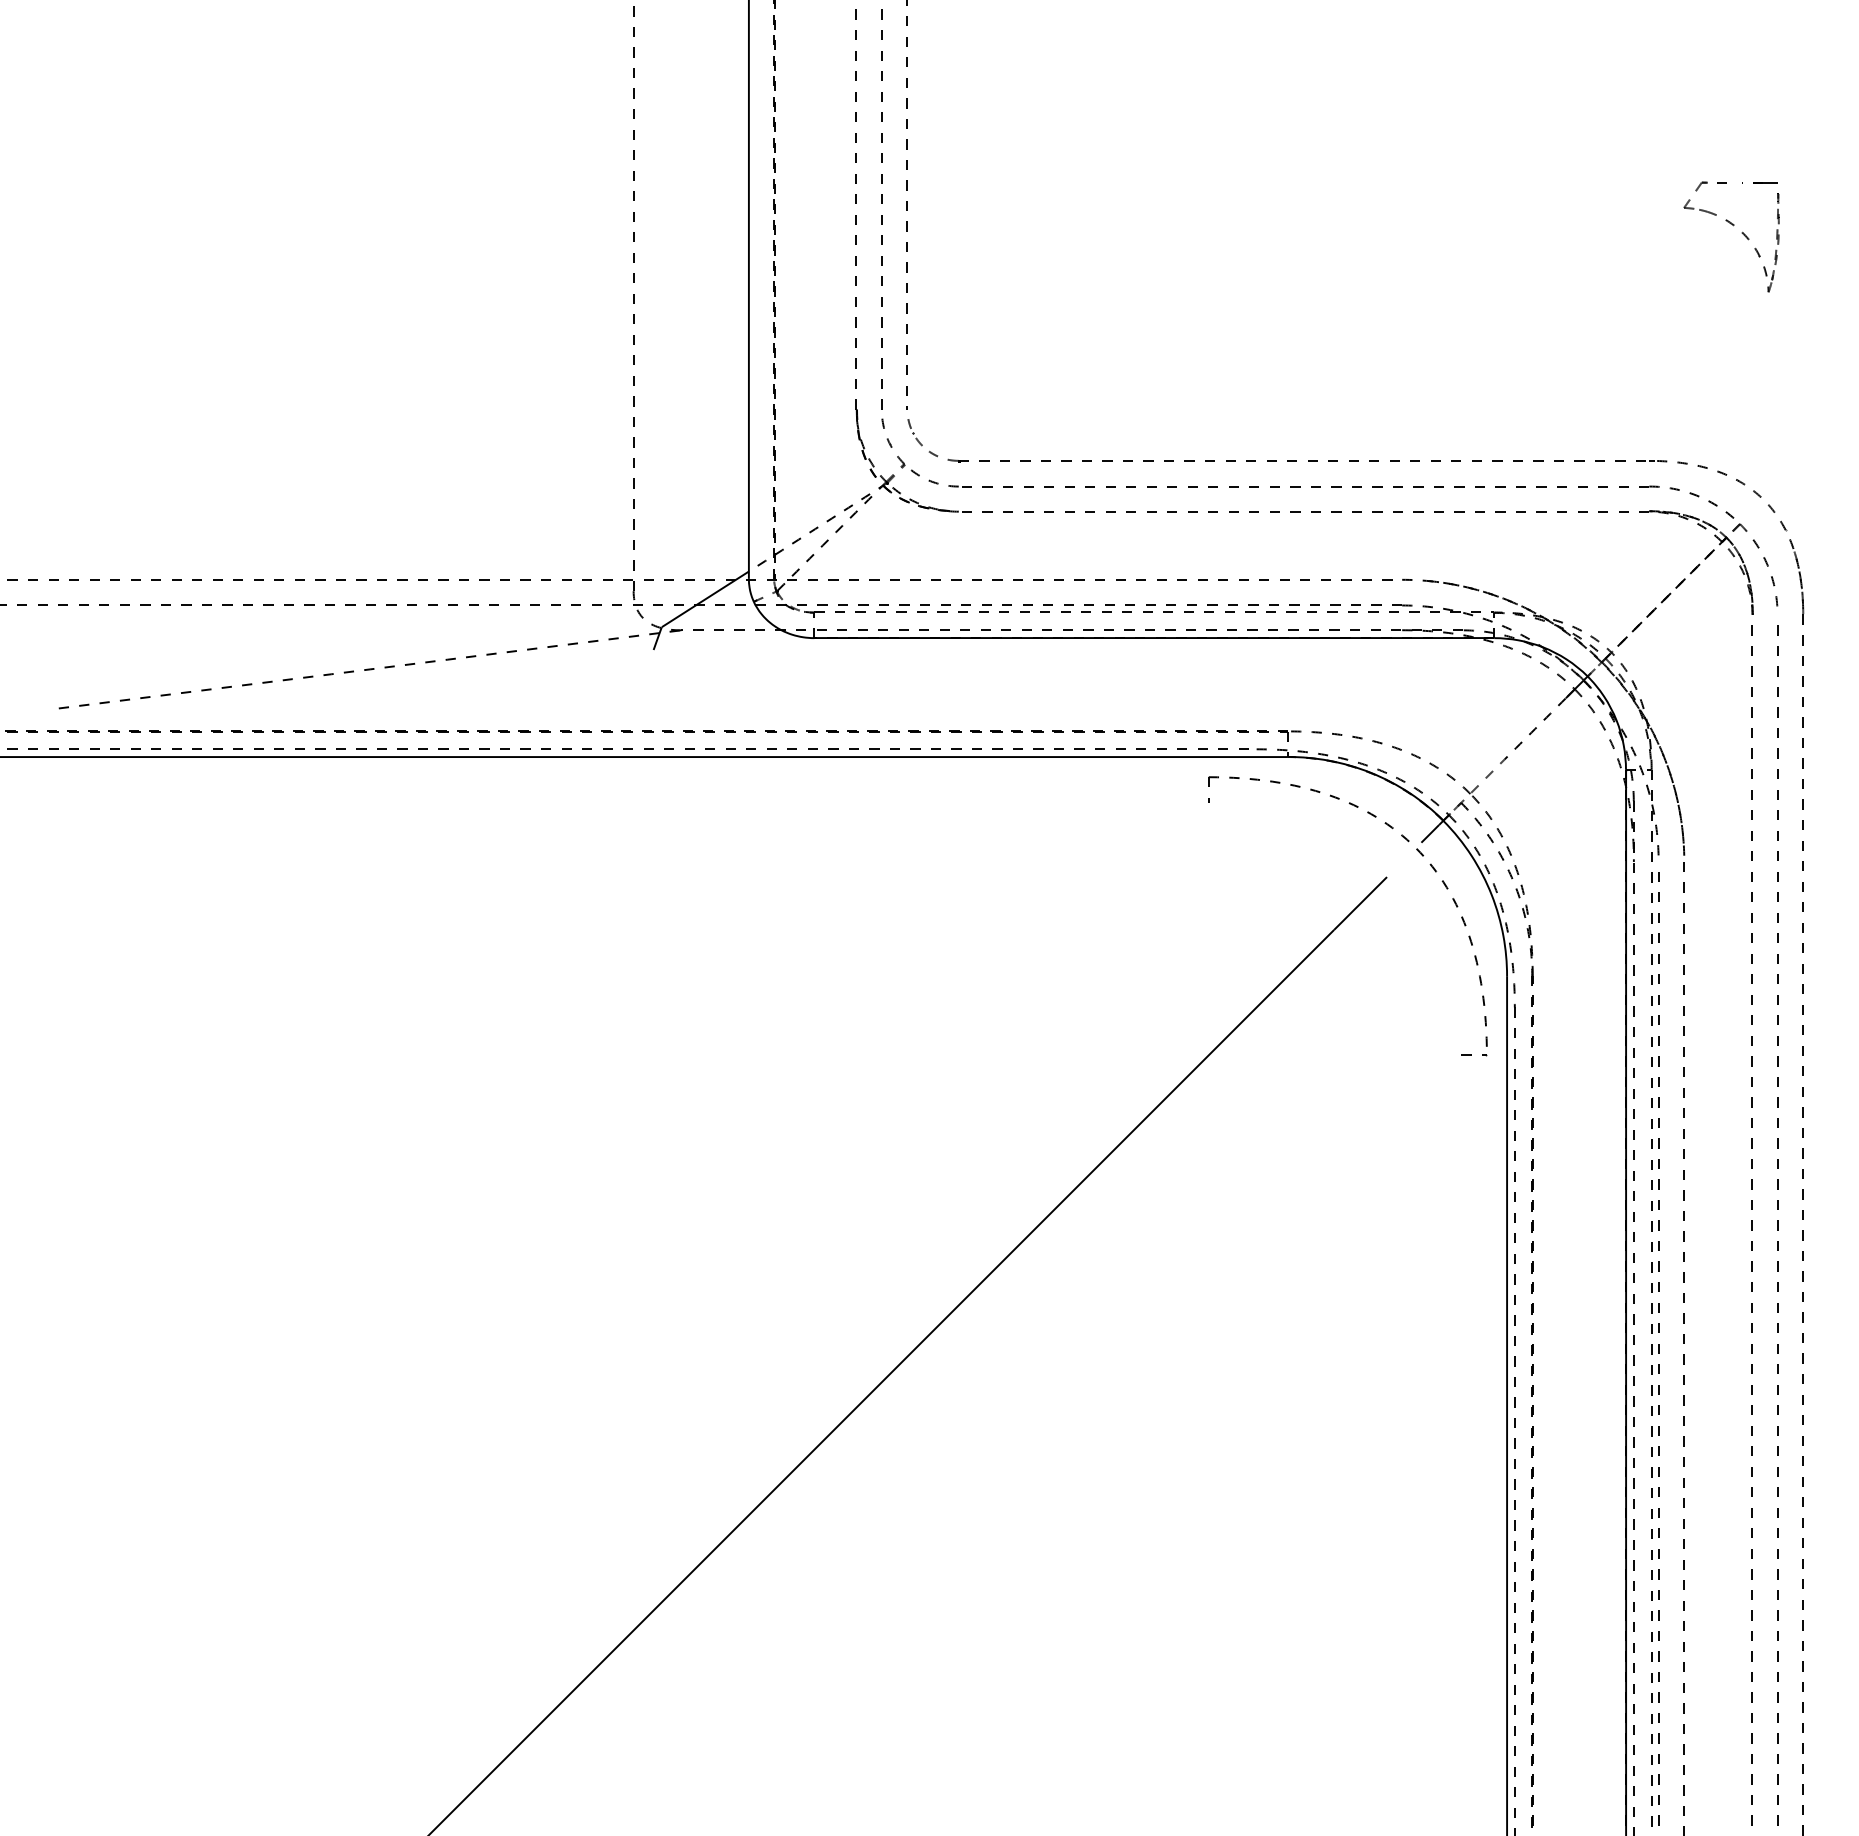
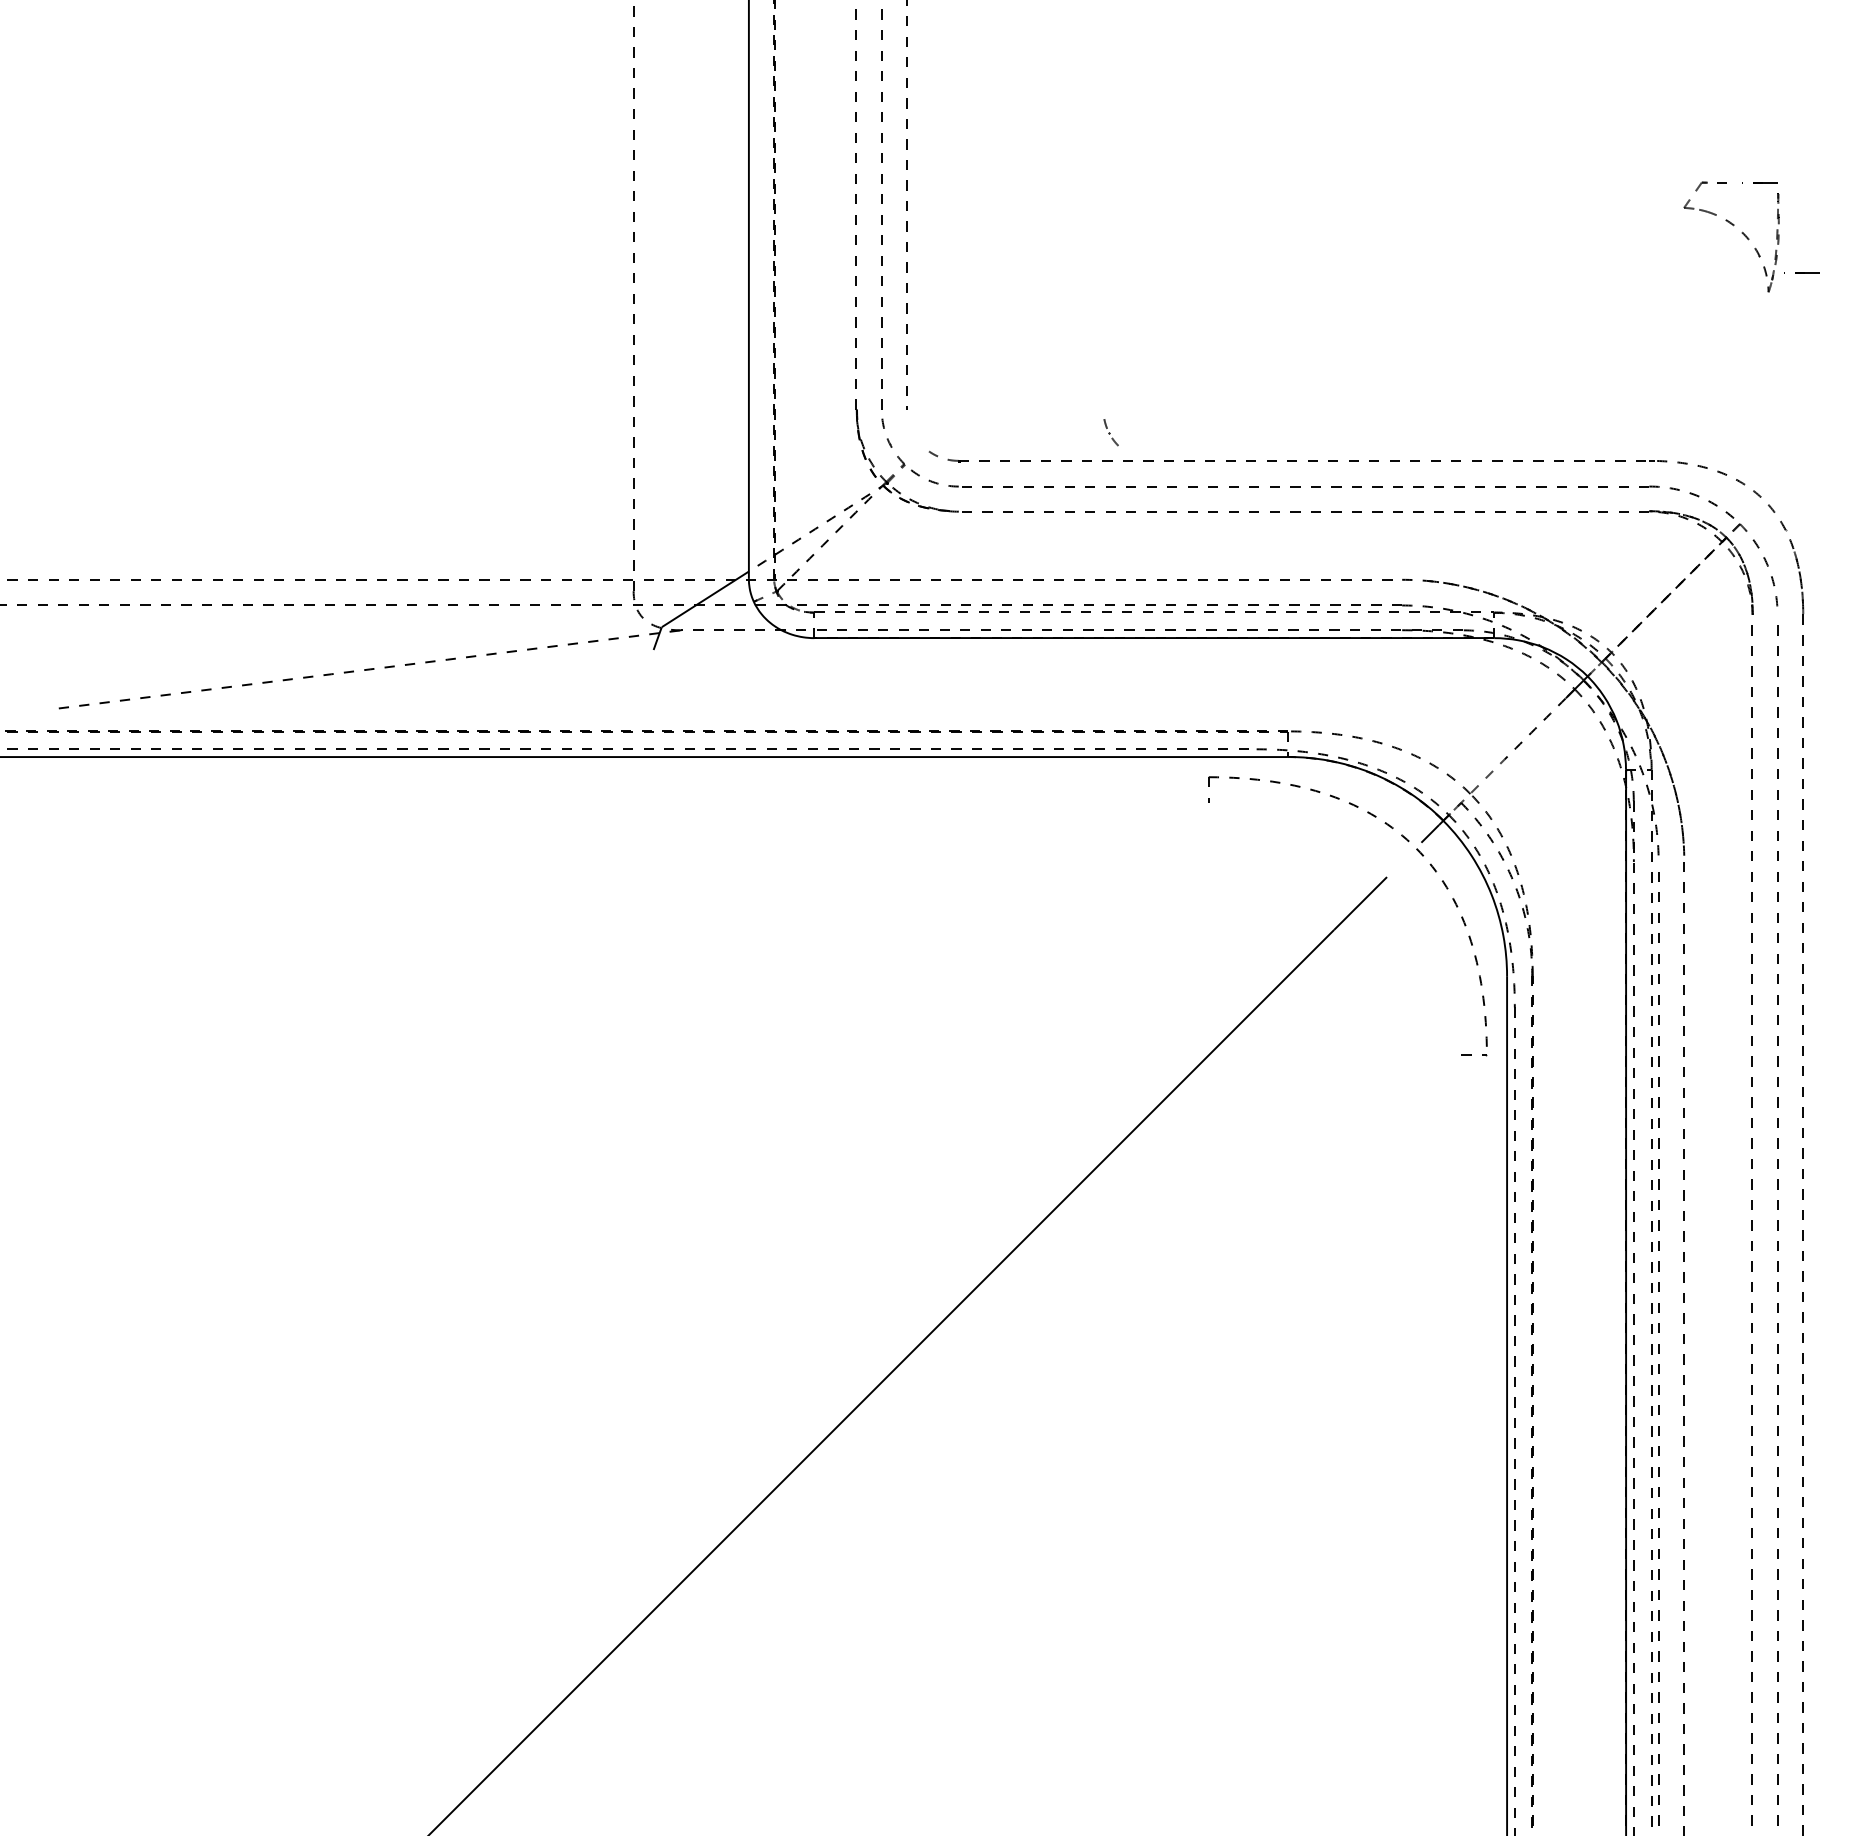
line at (1801, 272): none -> present
part at (914, 432) position: (914, 432) -> (1110, 432)
